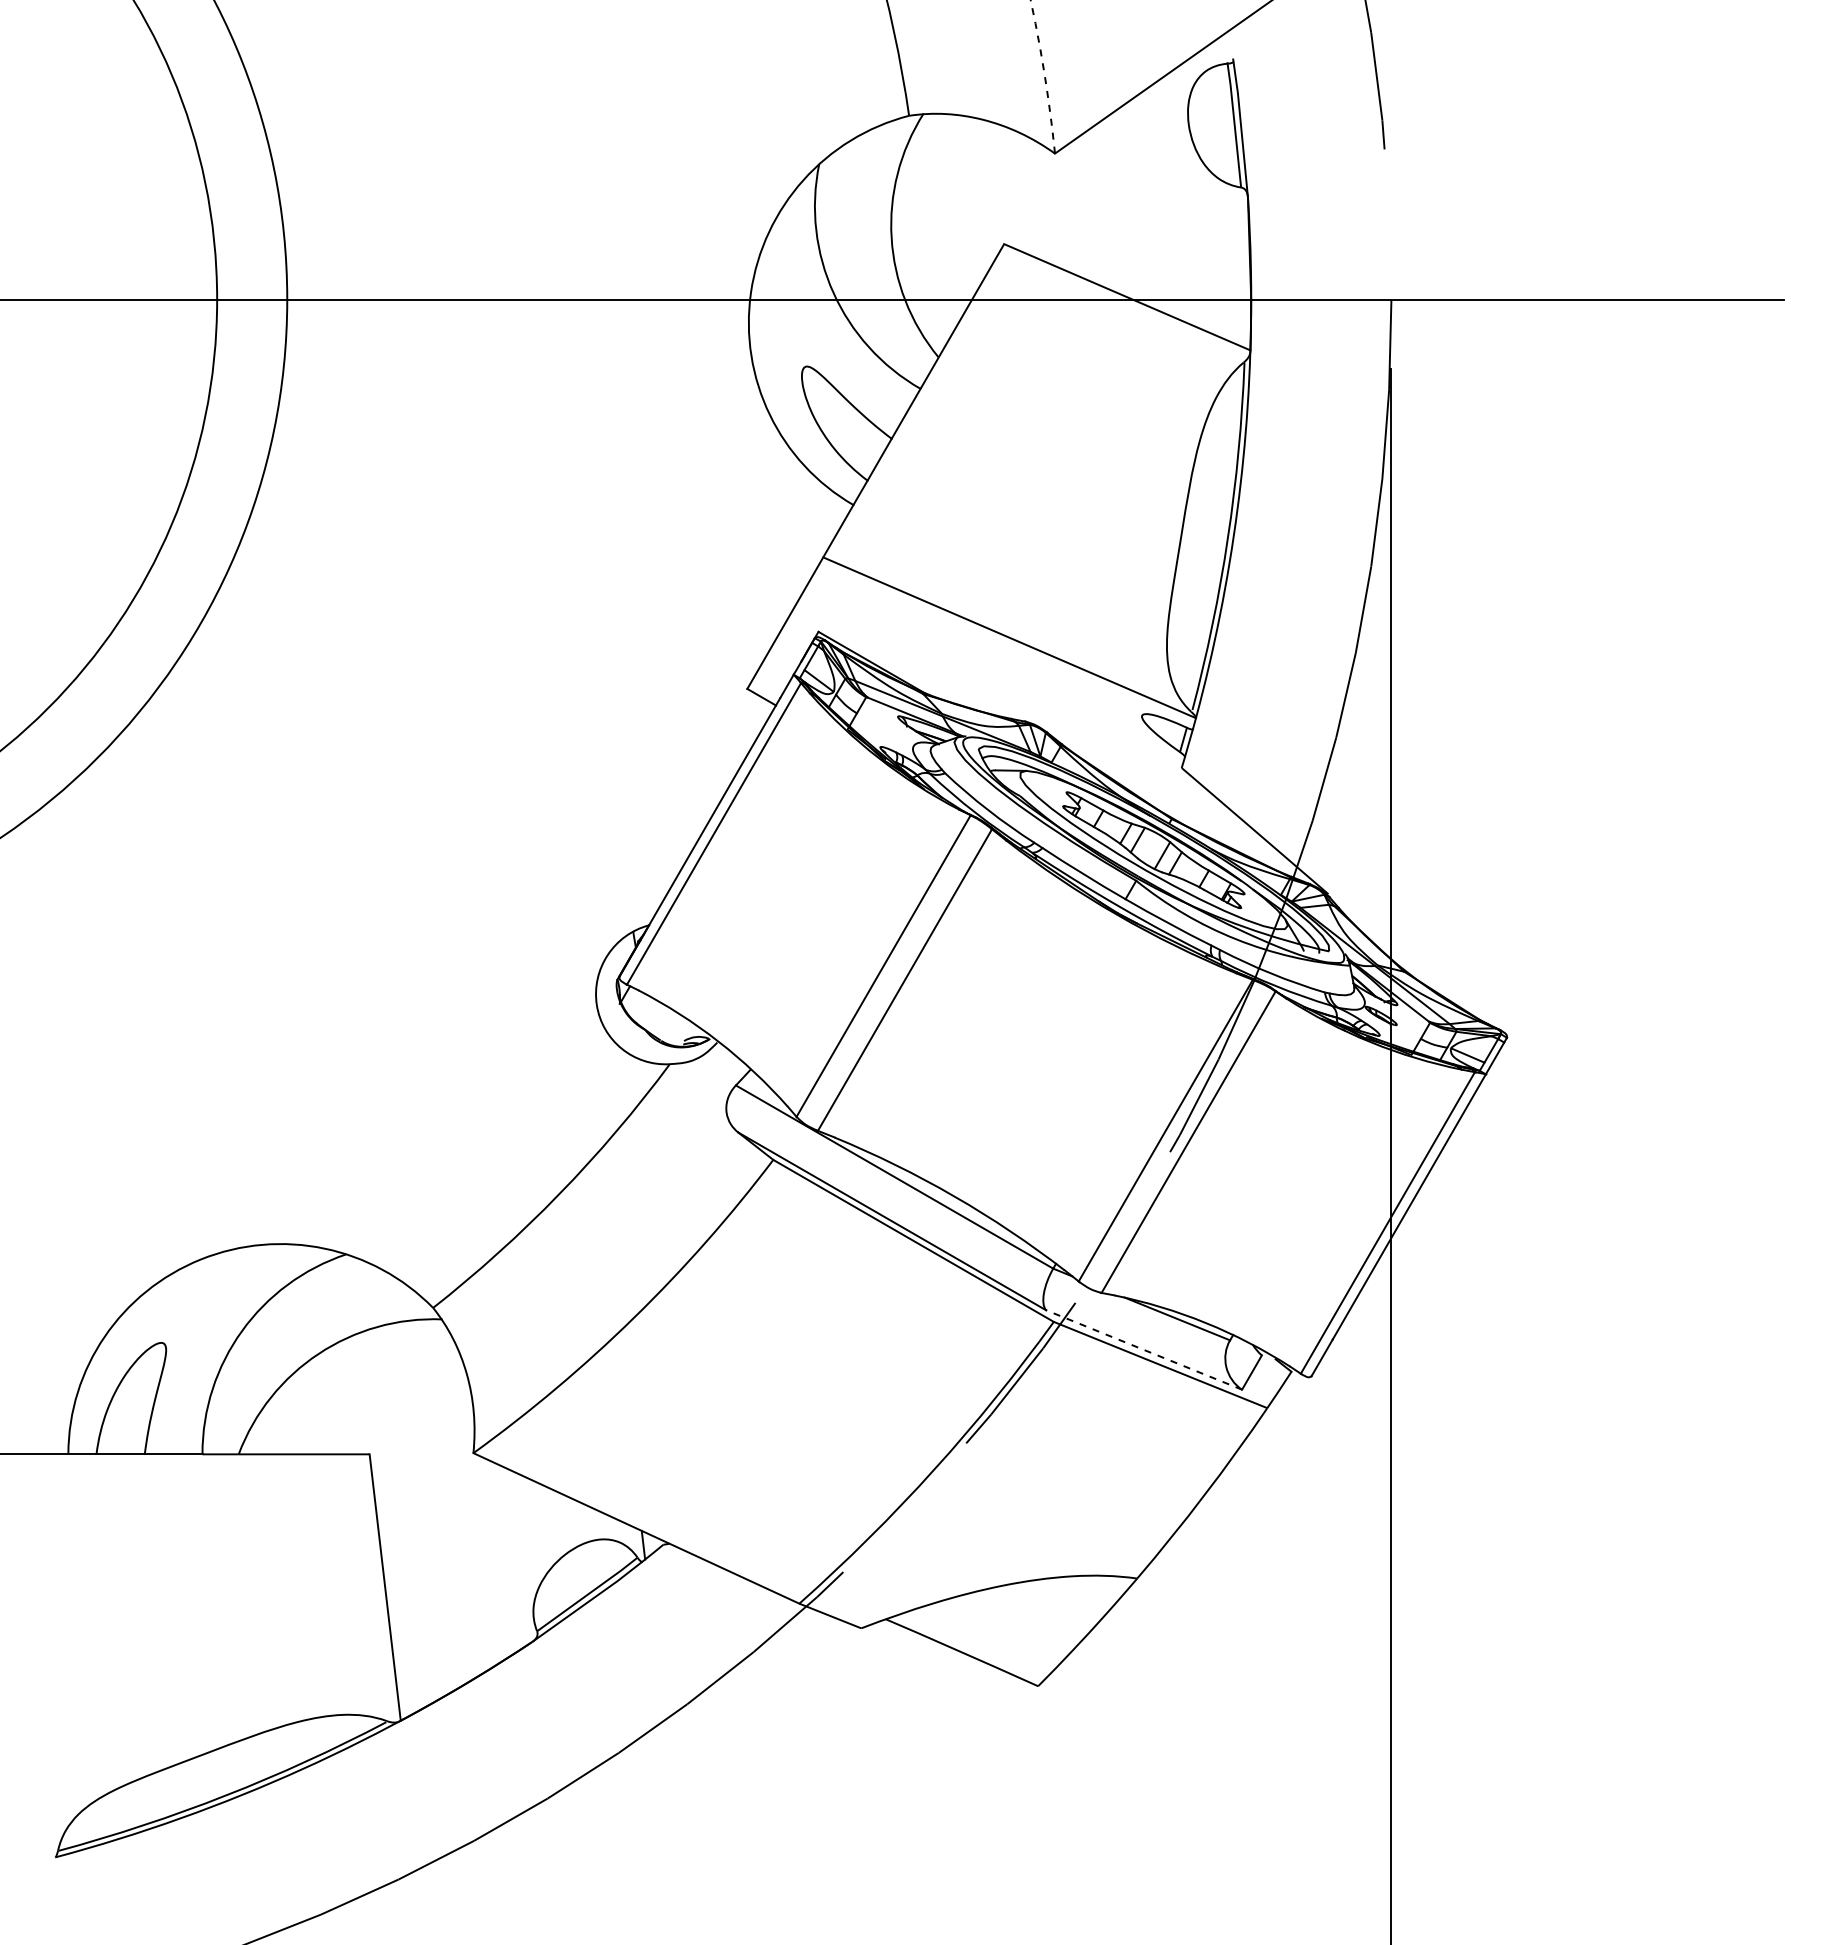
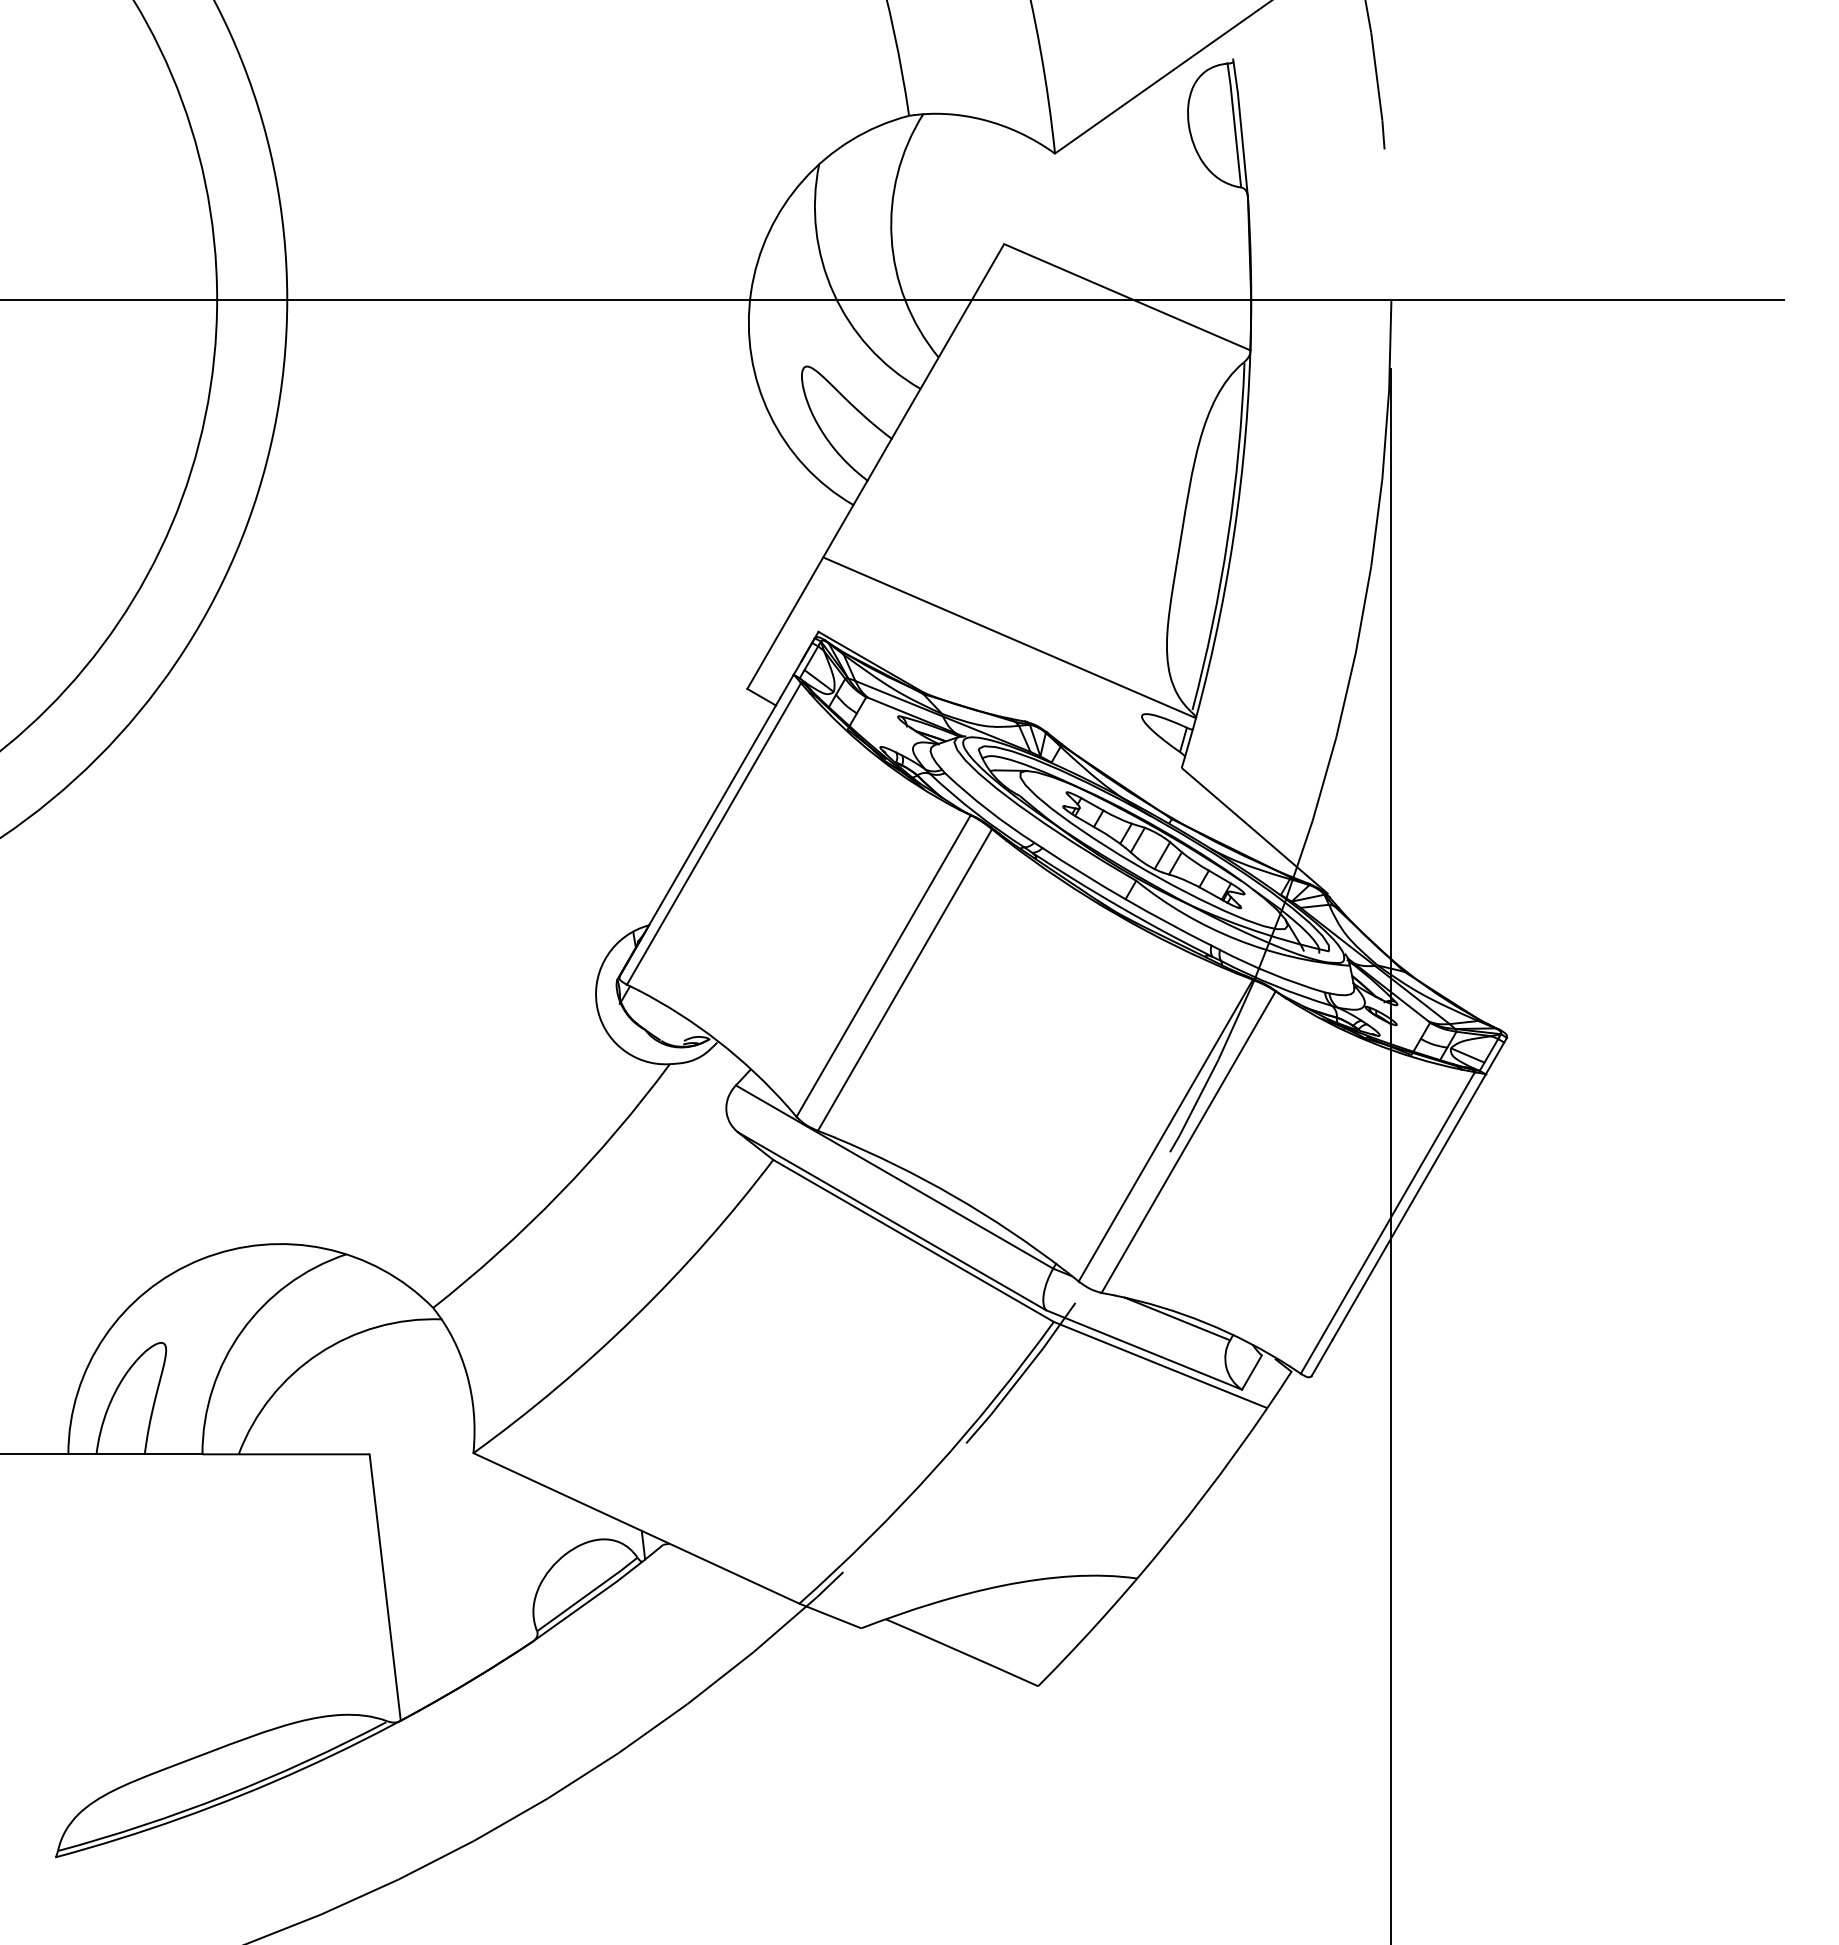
arc at (1044, 76): dashed -> solid
line at (1144, 1349): dashed -> solid
